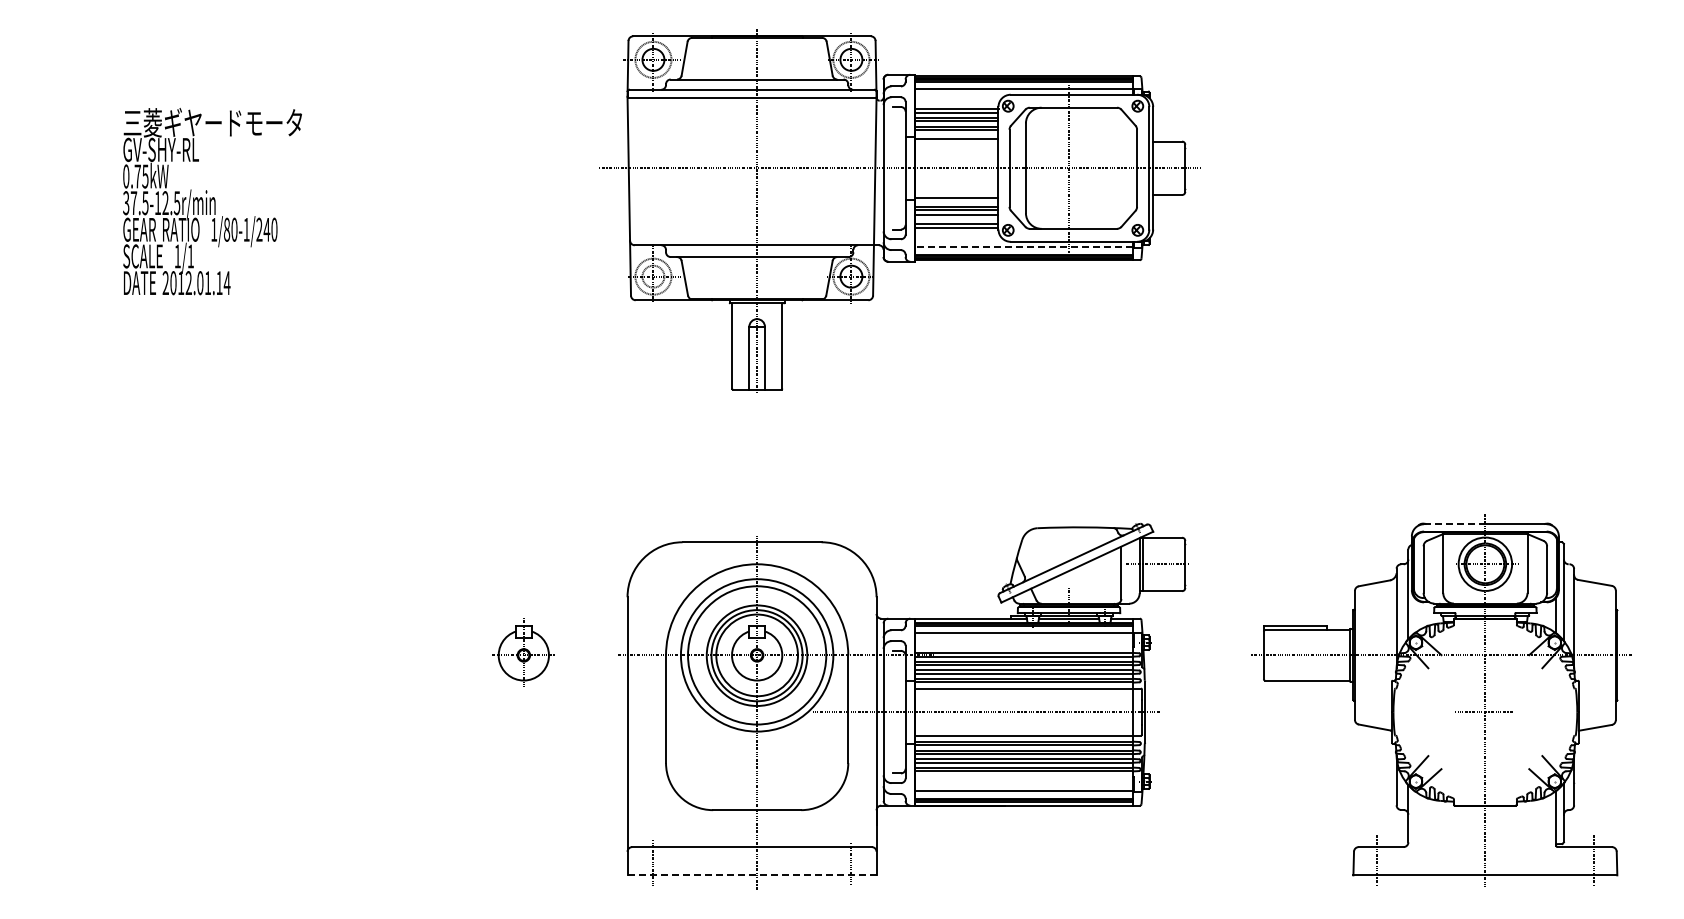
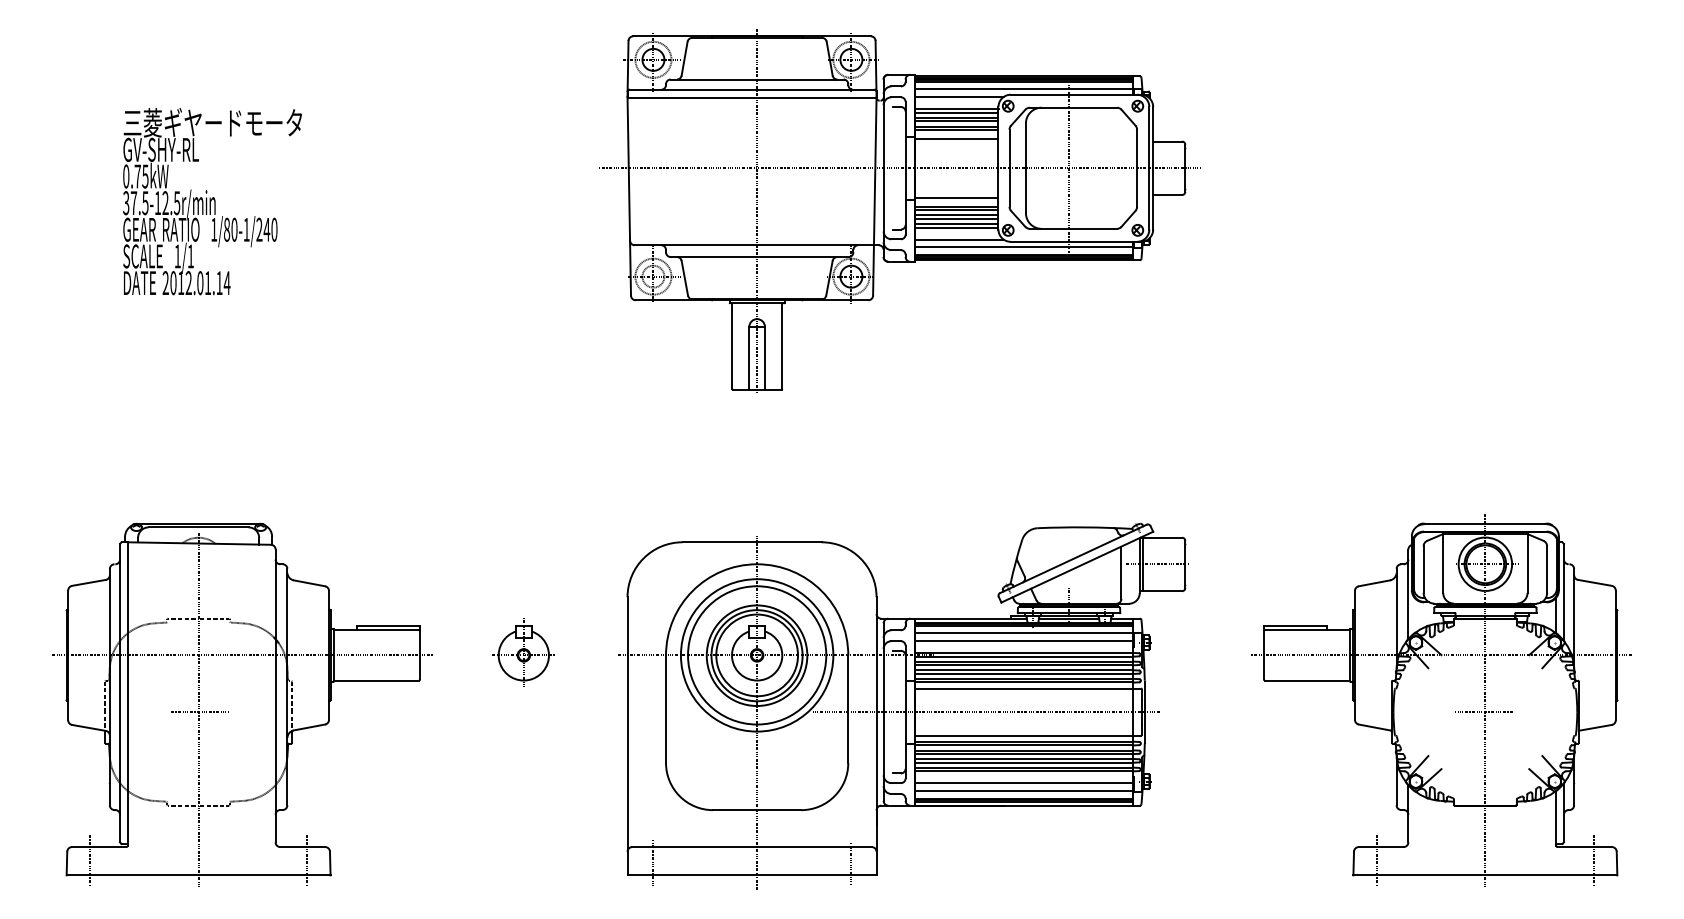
line at (959, 97): none -> present
line at (956, 218): none -> present
line at (959, 239): none -> present
line at (1023, 247): dashed -> solid
line at (1454, 524): dashed -> solid
line at (1024, 640): none -> present
part at (242, 704): none -> present
line at (1024, 783): none -> present
line at (752, 875): dashed -> solid
